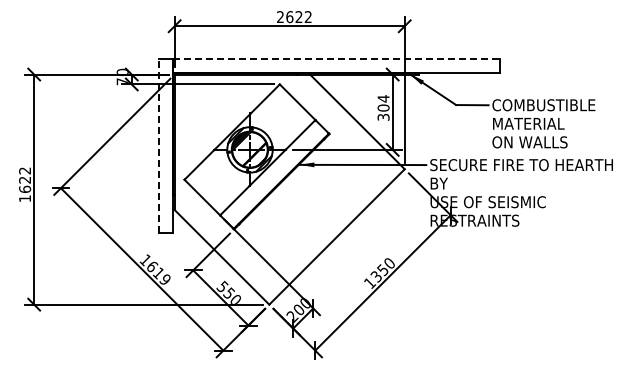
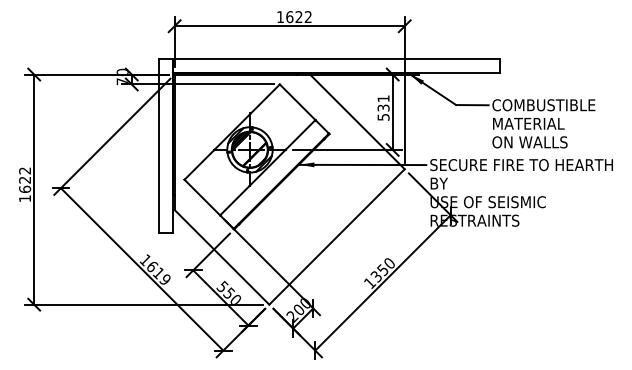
text at (280, 16): 2622 -> 1622
line at (336, 59): dashed -> solid
text at (383, 107): 304 -> 531
line at (159, 146): dashed -> solid
